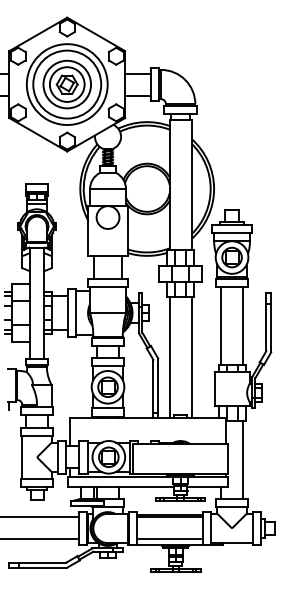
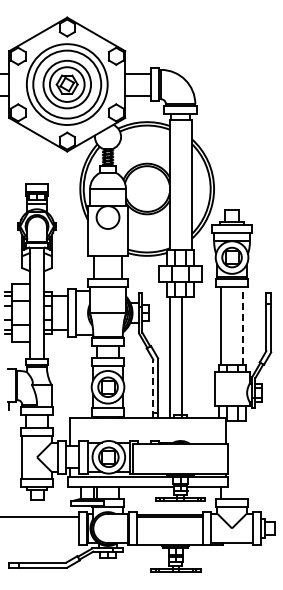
line at (243, 325): solid -> dashed
line at (191, 357) position: (191, 357) -> (181, 357)
line at (153, 388): solid -> dashed
line at (243, 459): present -> none
line at (40, 539): present -> none
line at (169, 539): present -> none
